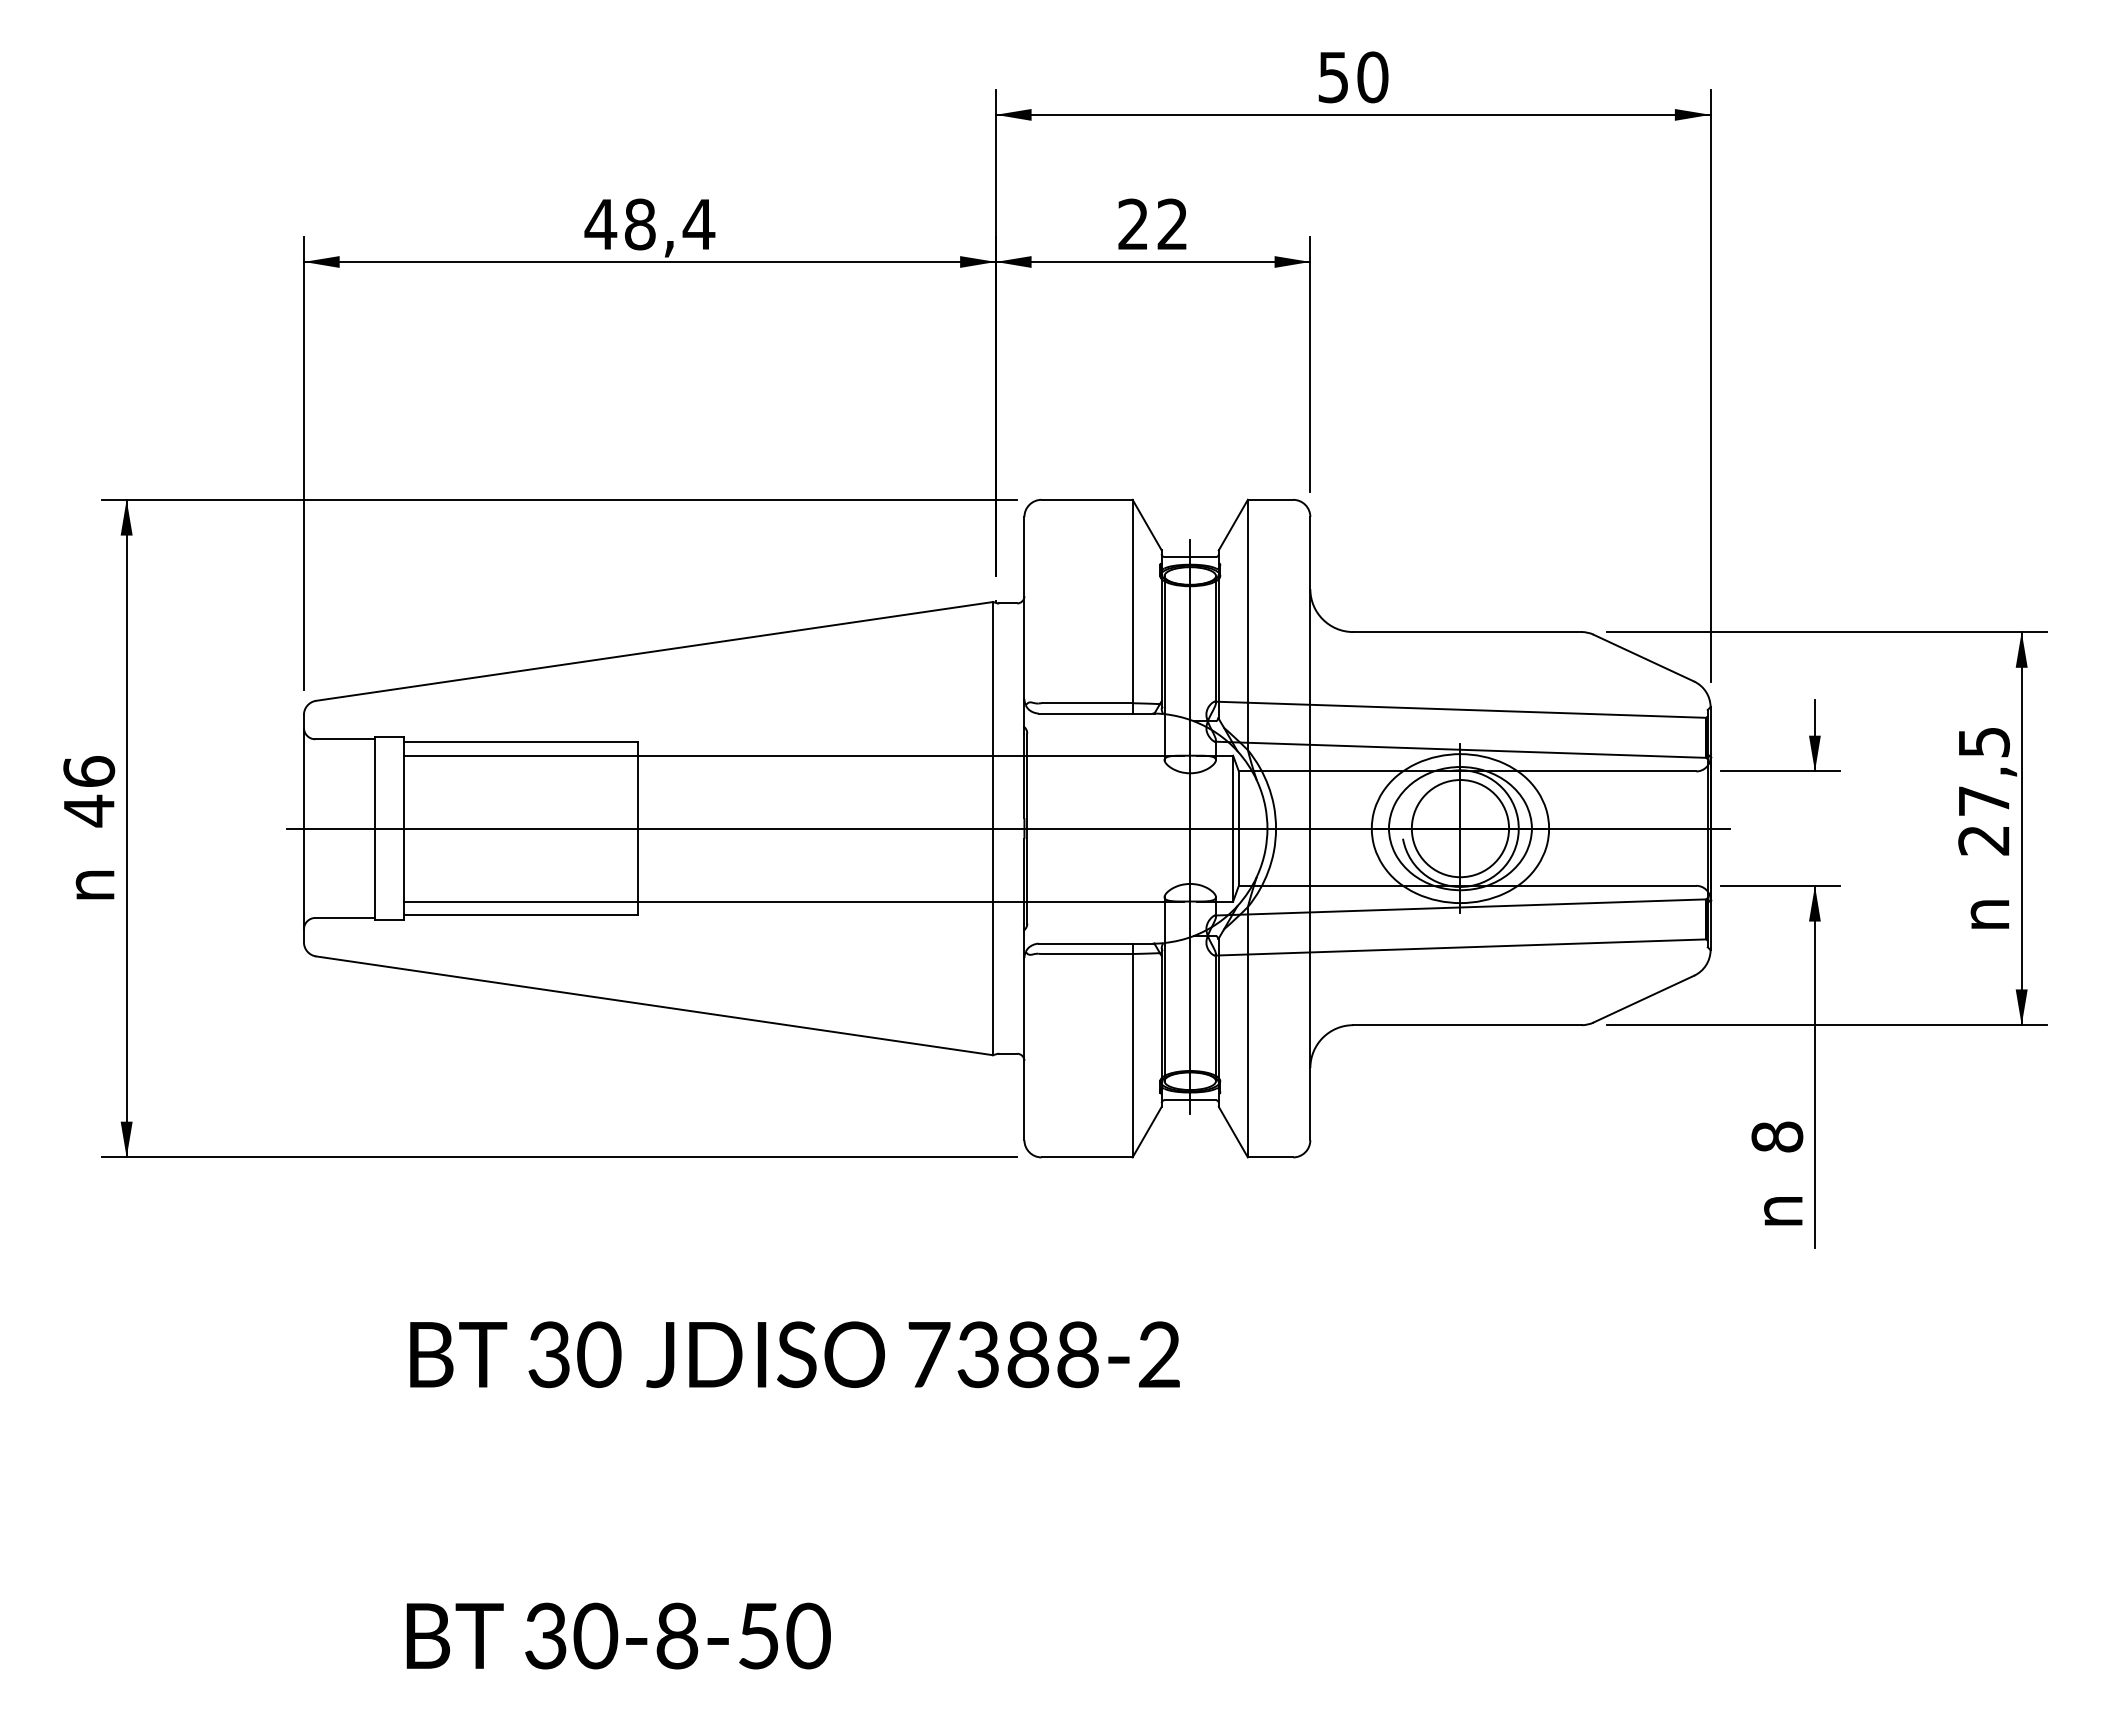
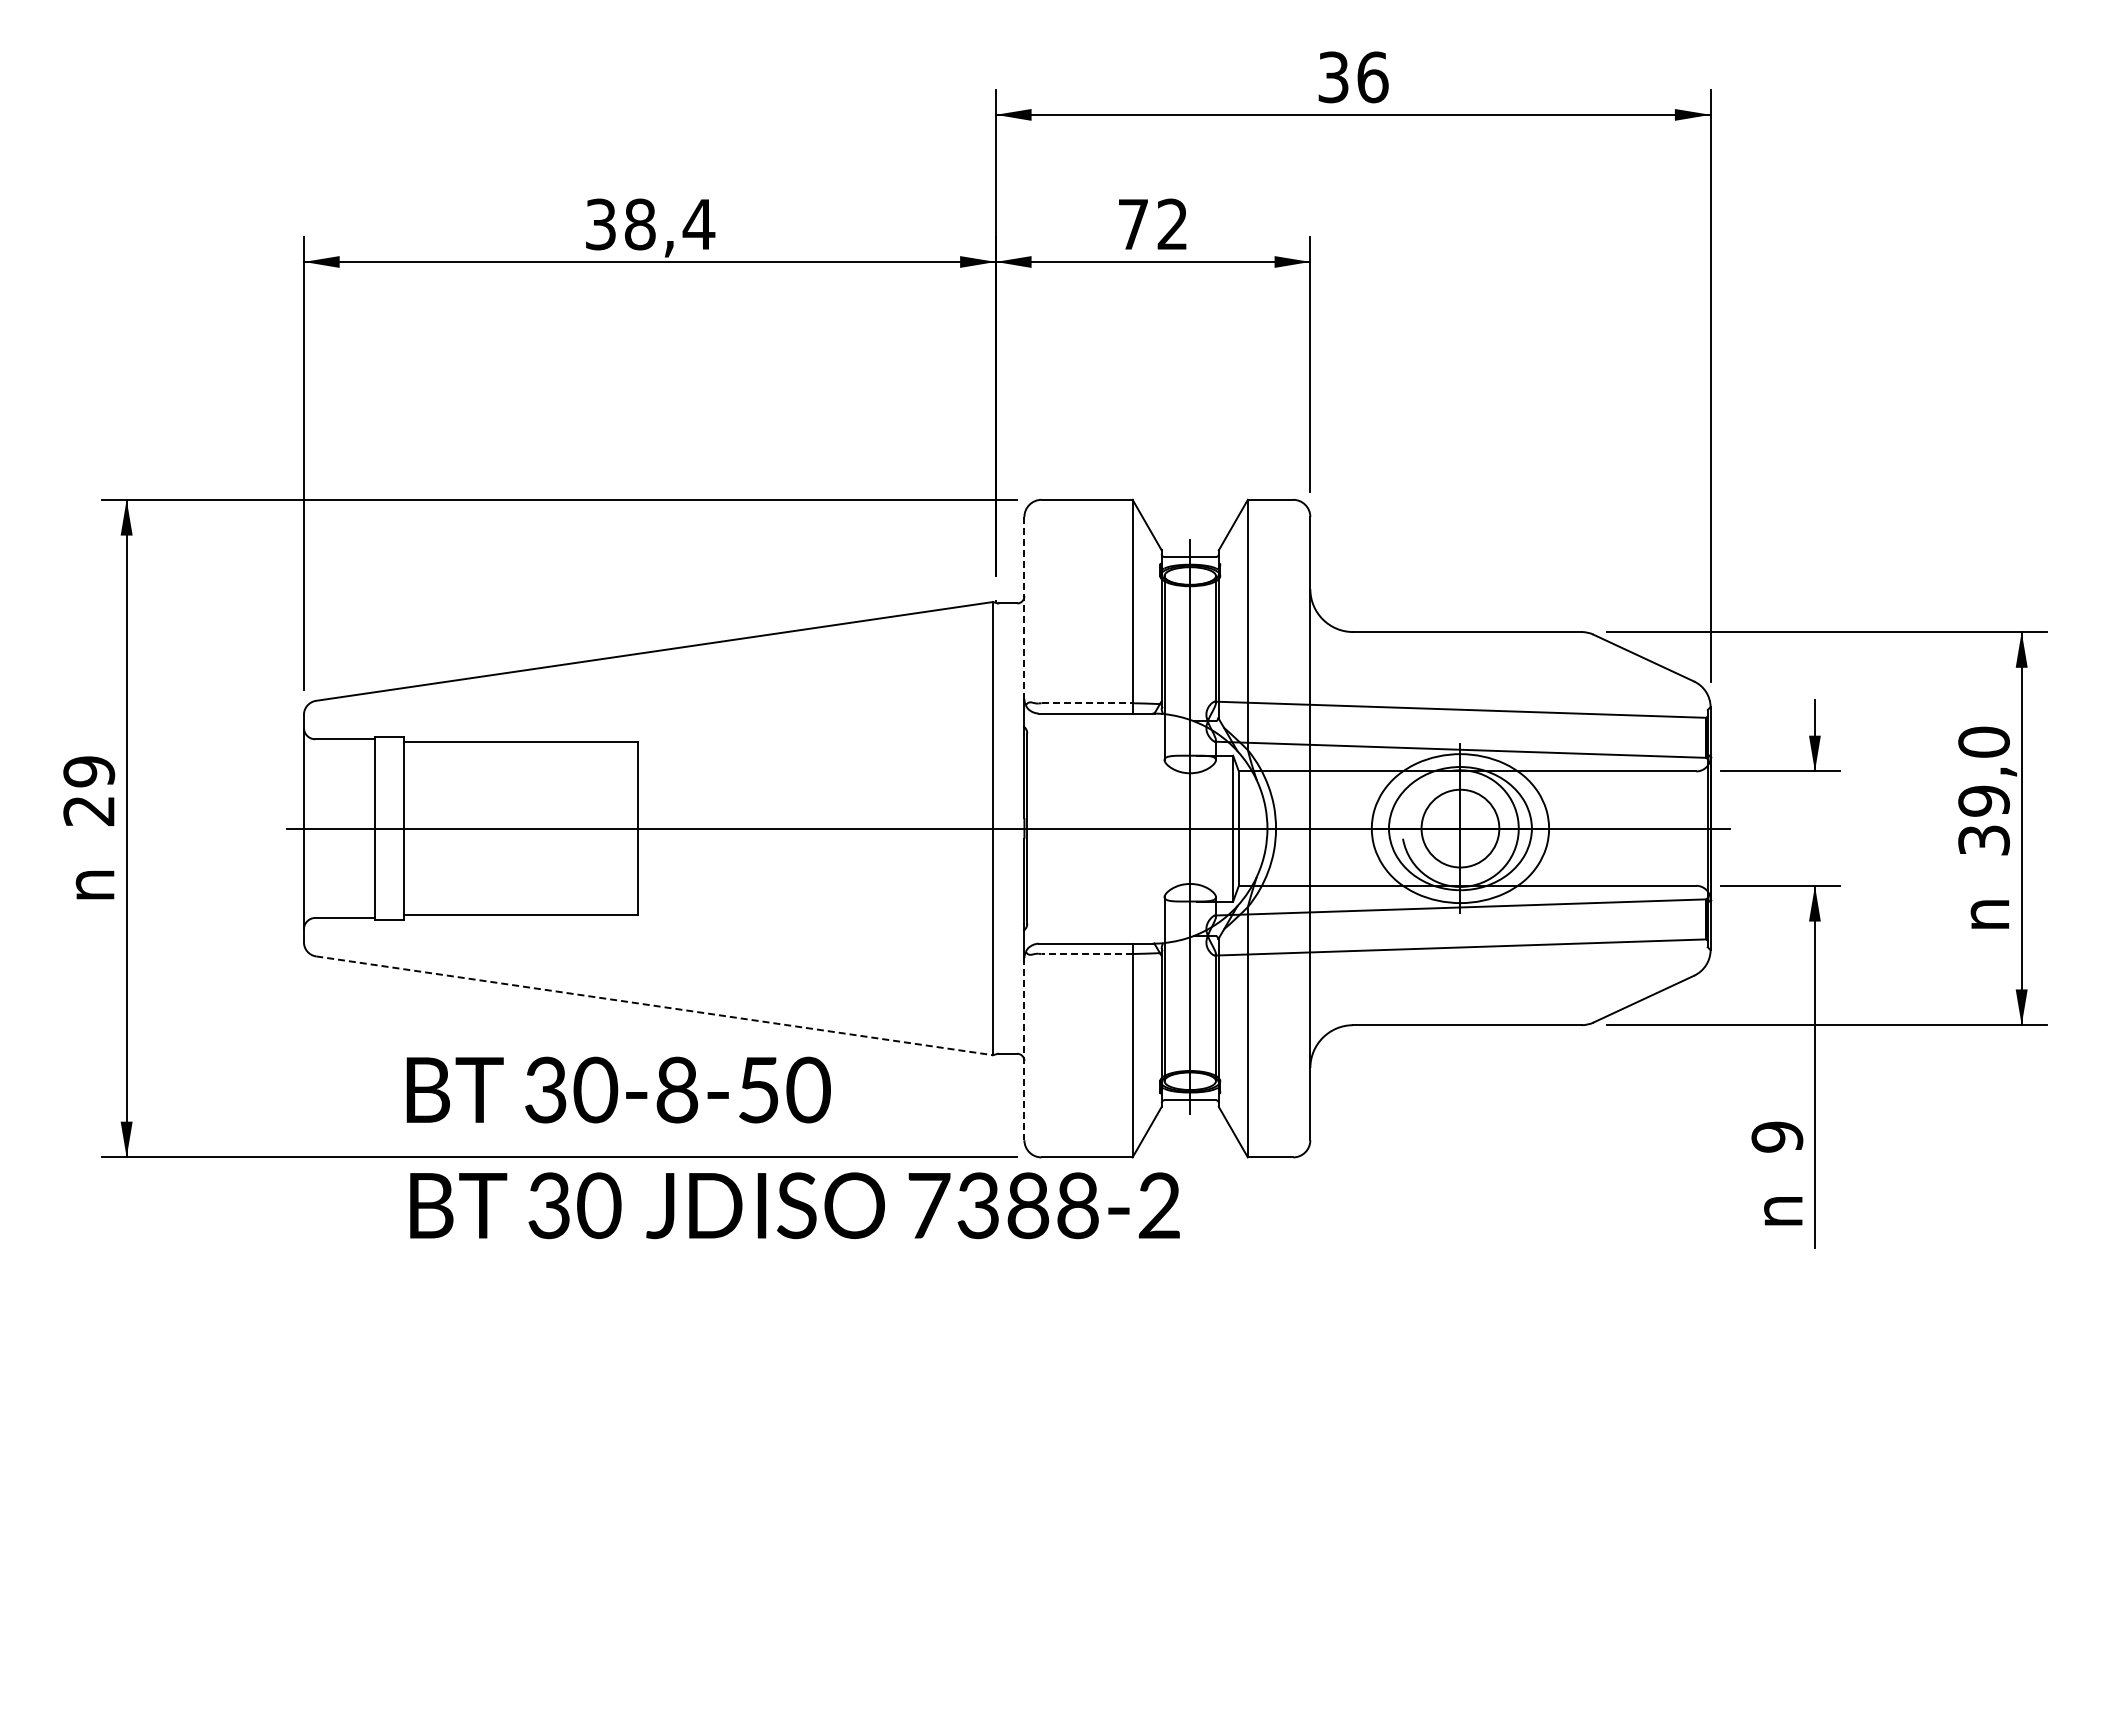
text at (1353, 77): 50 -> 36
text at (1132, 223): 22 -> 72
text at (600, 224): 48,4 -> 38,4
line at (1024, 608): solid -> dashed
line at (1087, 703): solid -> dashed
line at (793, 755): present -> none
text at (1983, 790): 27,5 -> 39,0
text at (89, 791): 46 -> 29
circle at (1460, 828) diameter: 97 px -> 78 px
line at (793, 901): present -> none
line at (1087, 954): solid -> dashed
line at (654, 1005): solid -> dashed
line at (1024, 1049): solid -> dashed
text at (1777, 1136): 8 -> 9
text at (794, 1354) position: (794, 1354) -> (794, 1205)
text at (618, 1635) position: (618, 1635) -> (618, 1089)
